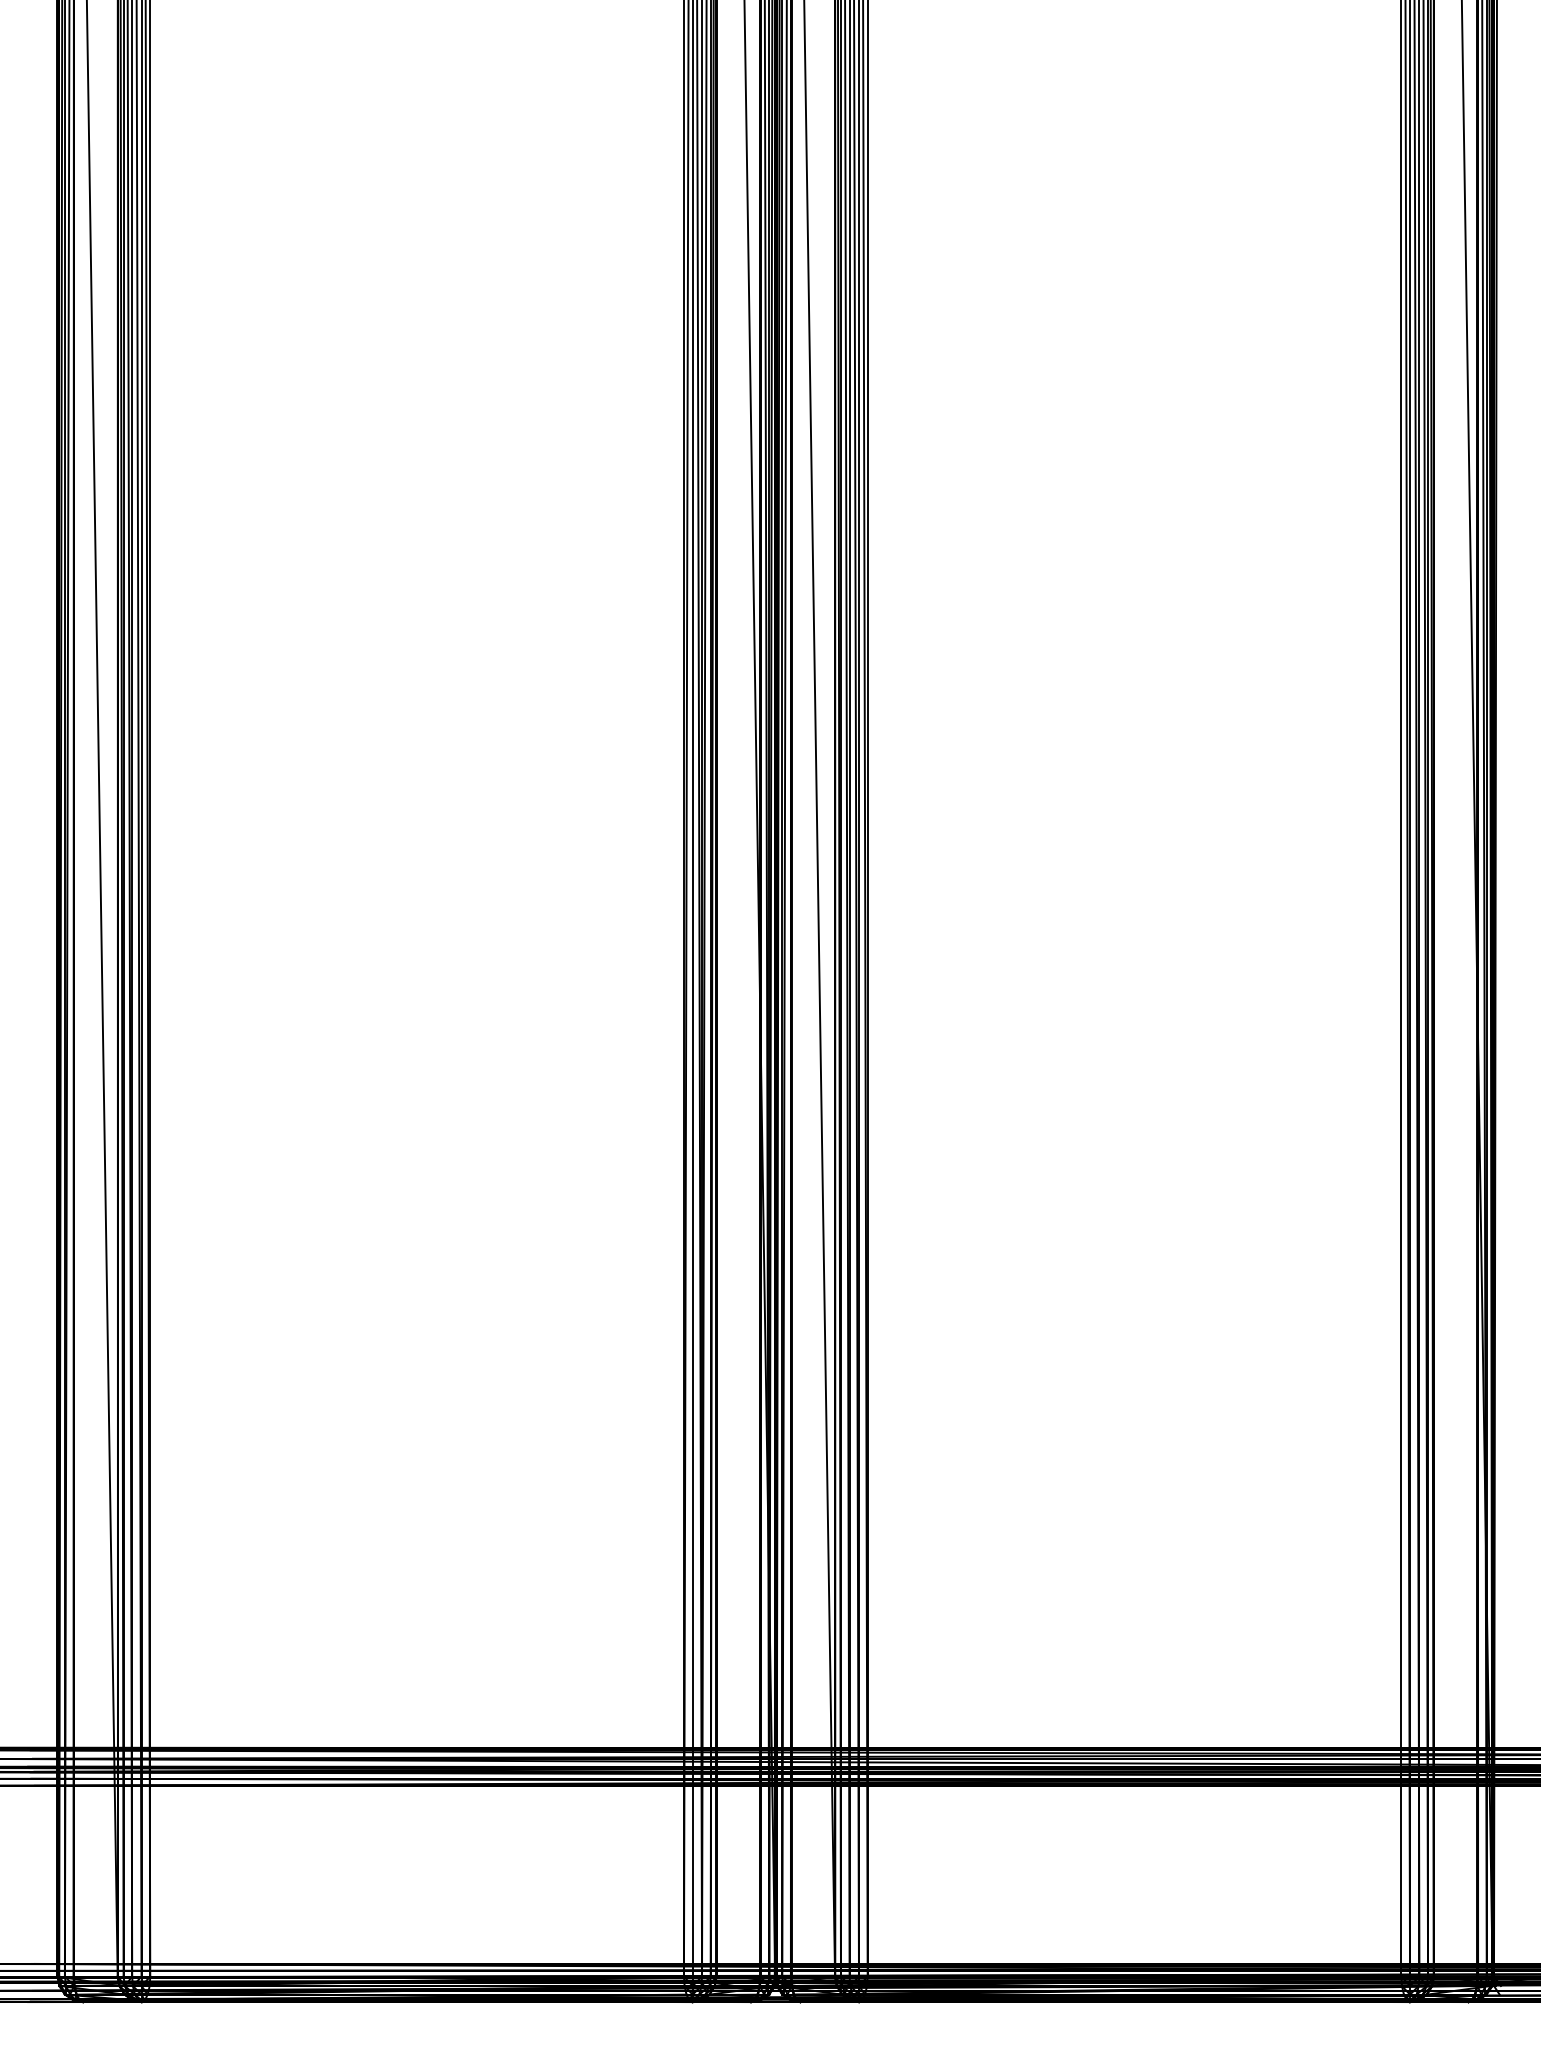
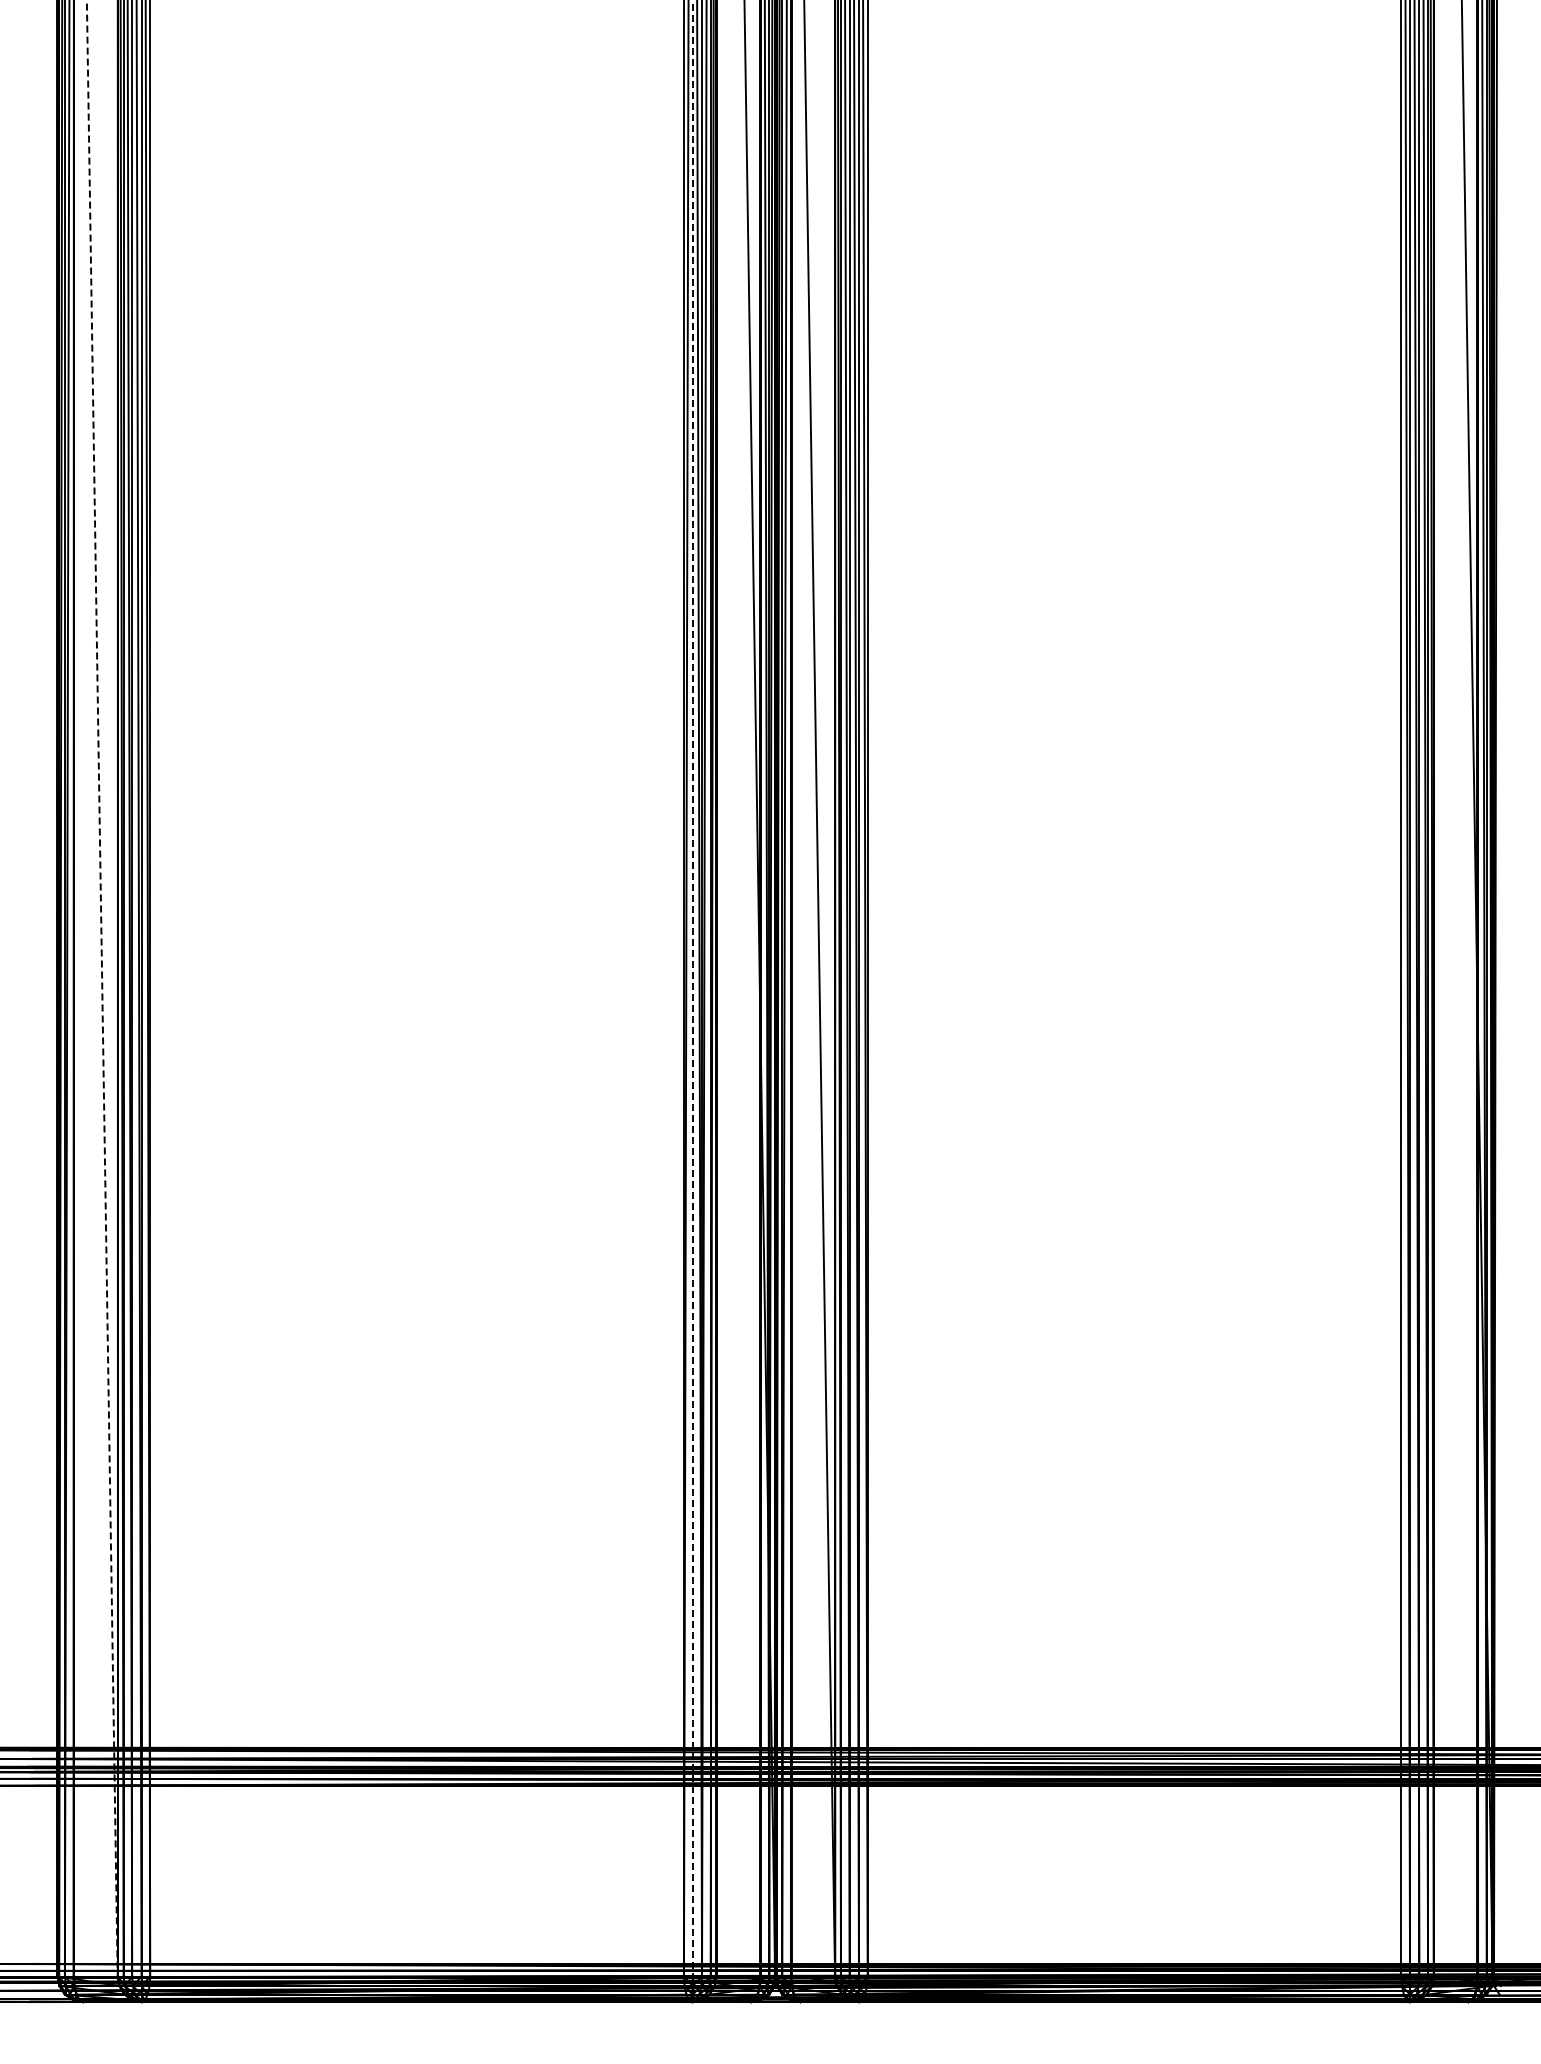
line at (102, 988): solid -> dashed
line at (692, 988): solid -> dashed
